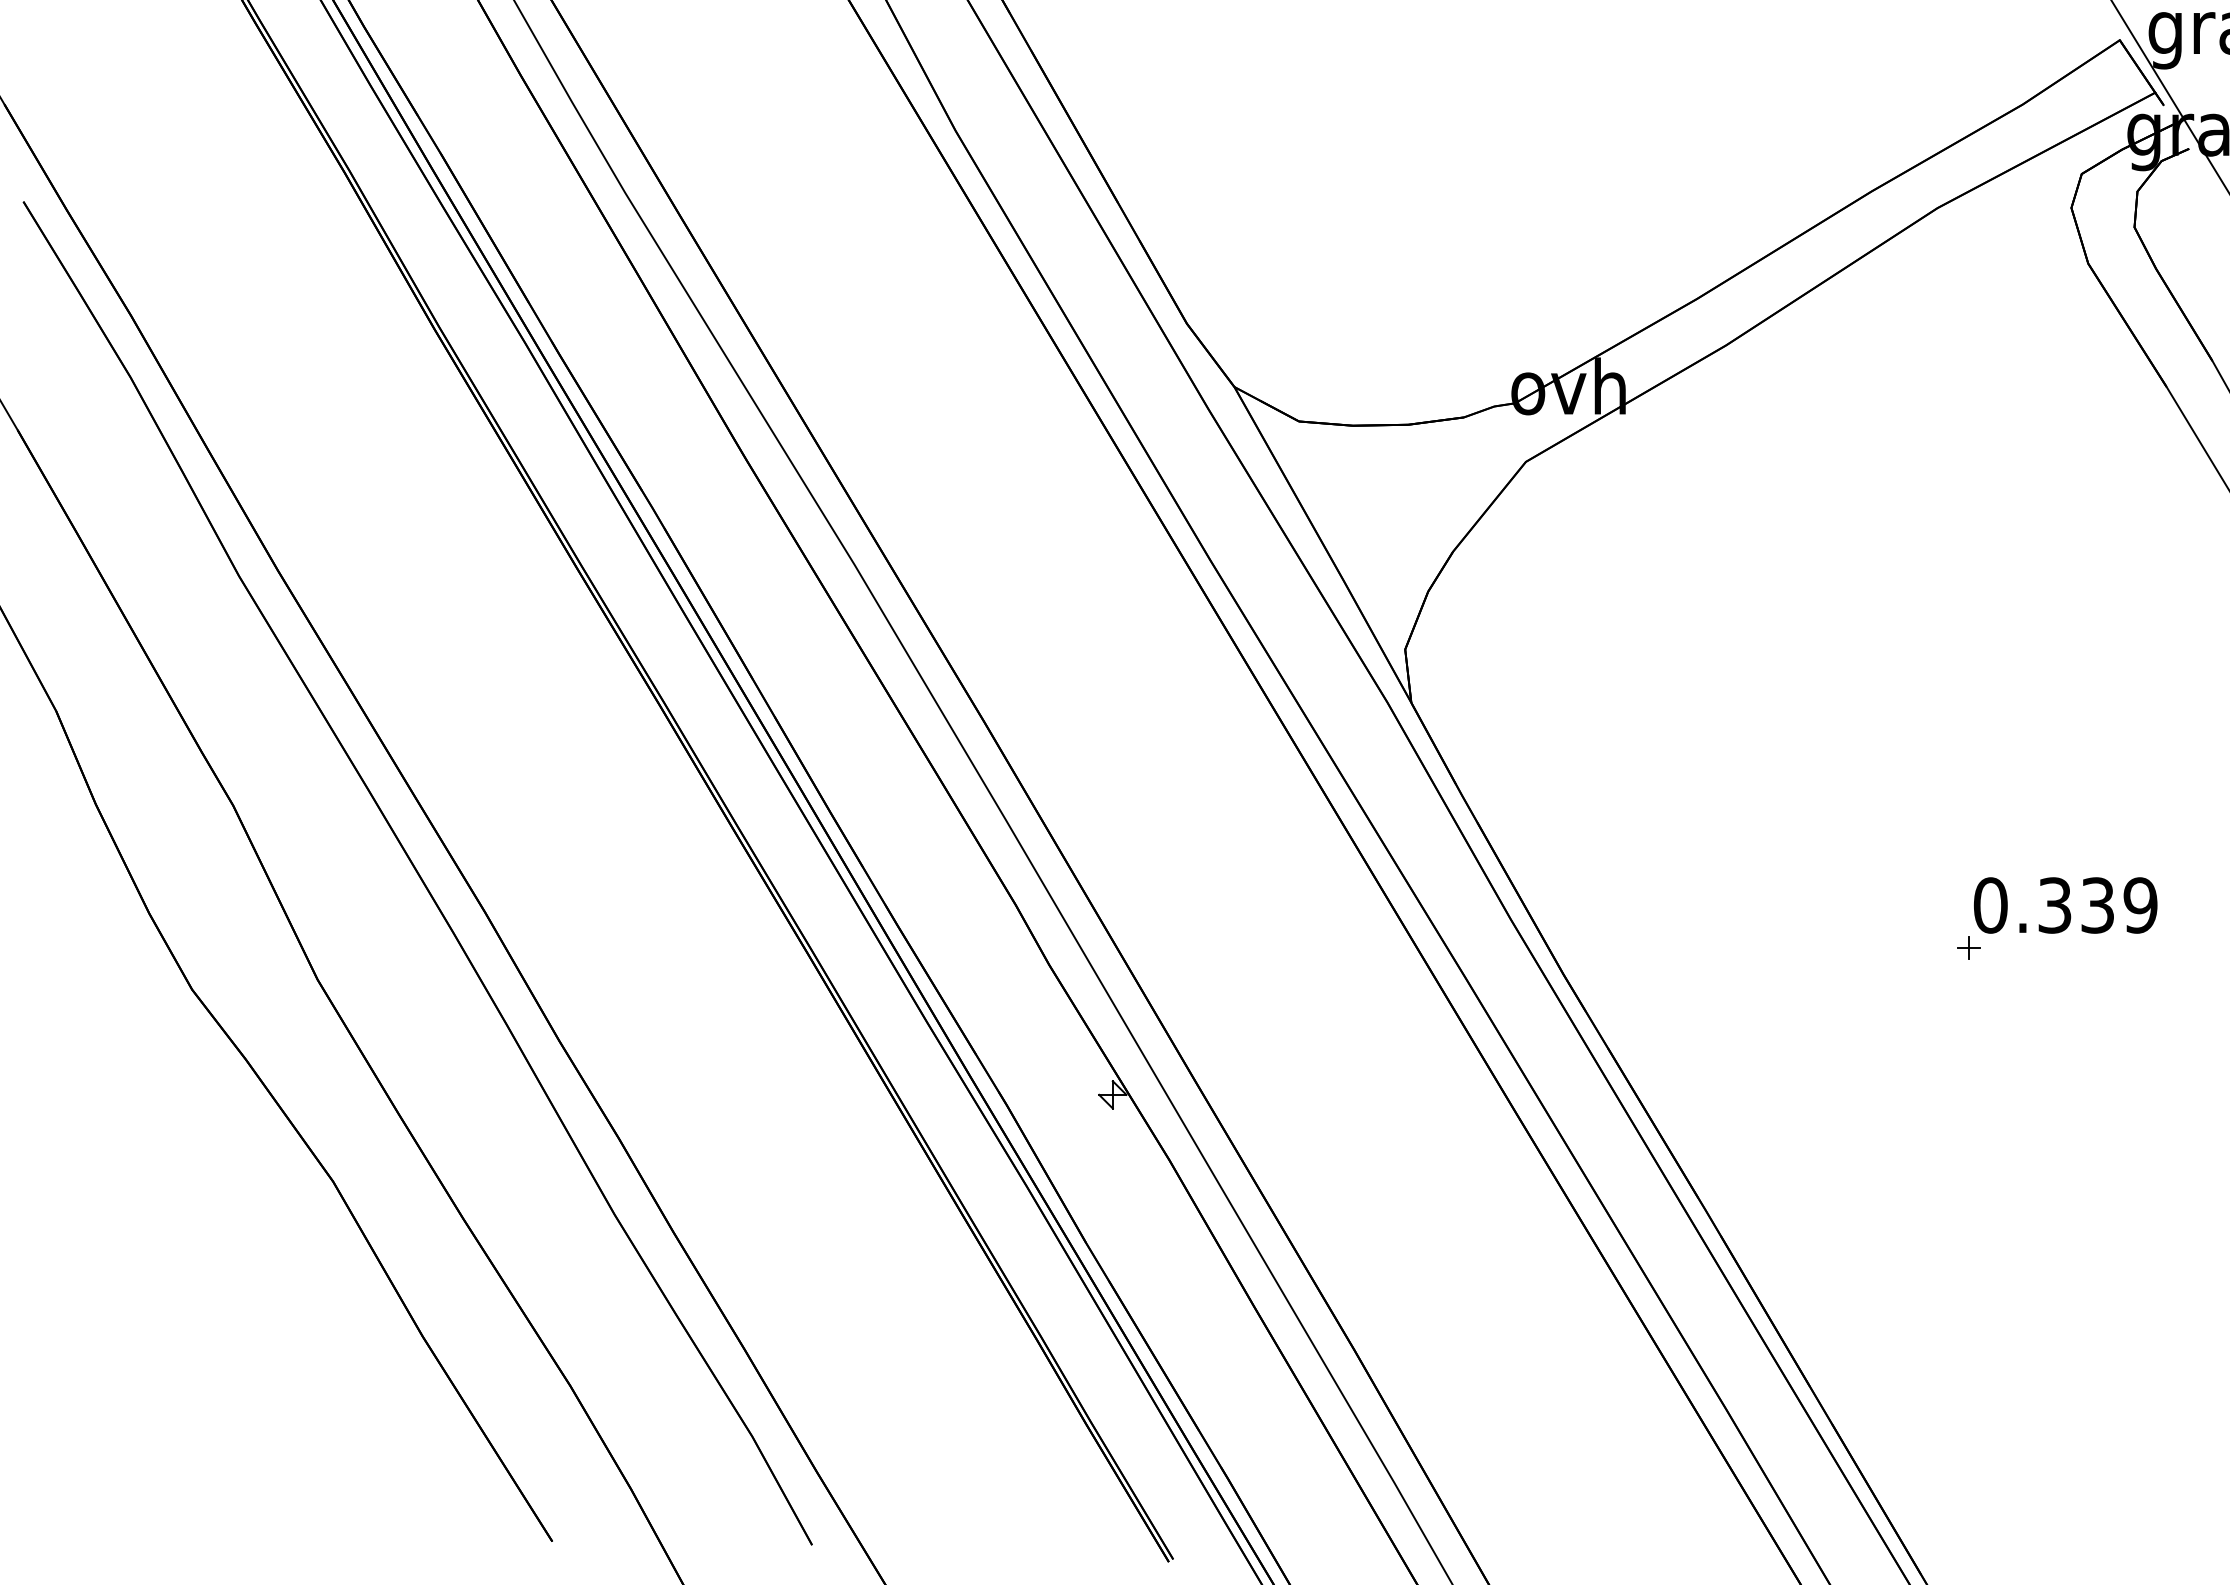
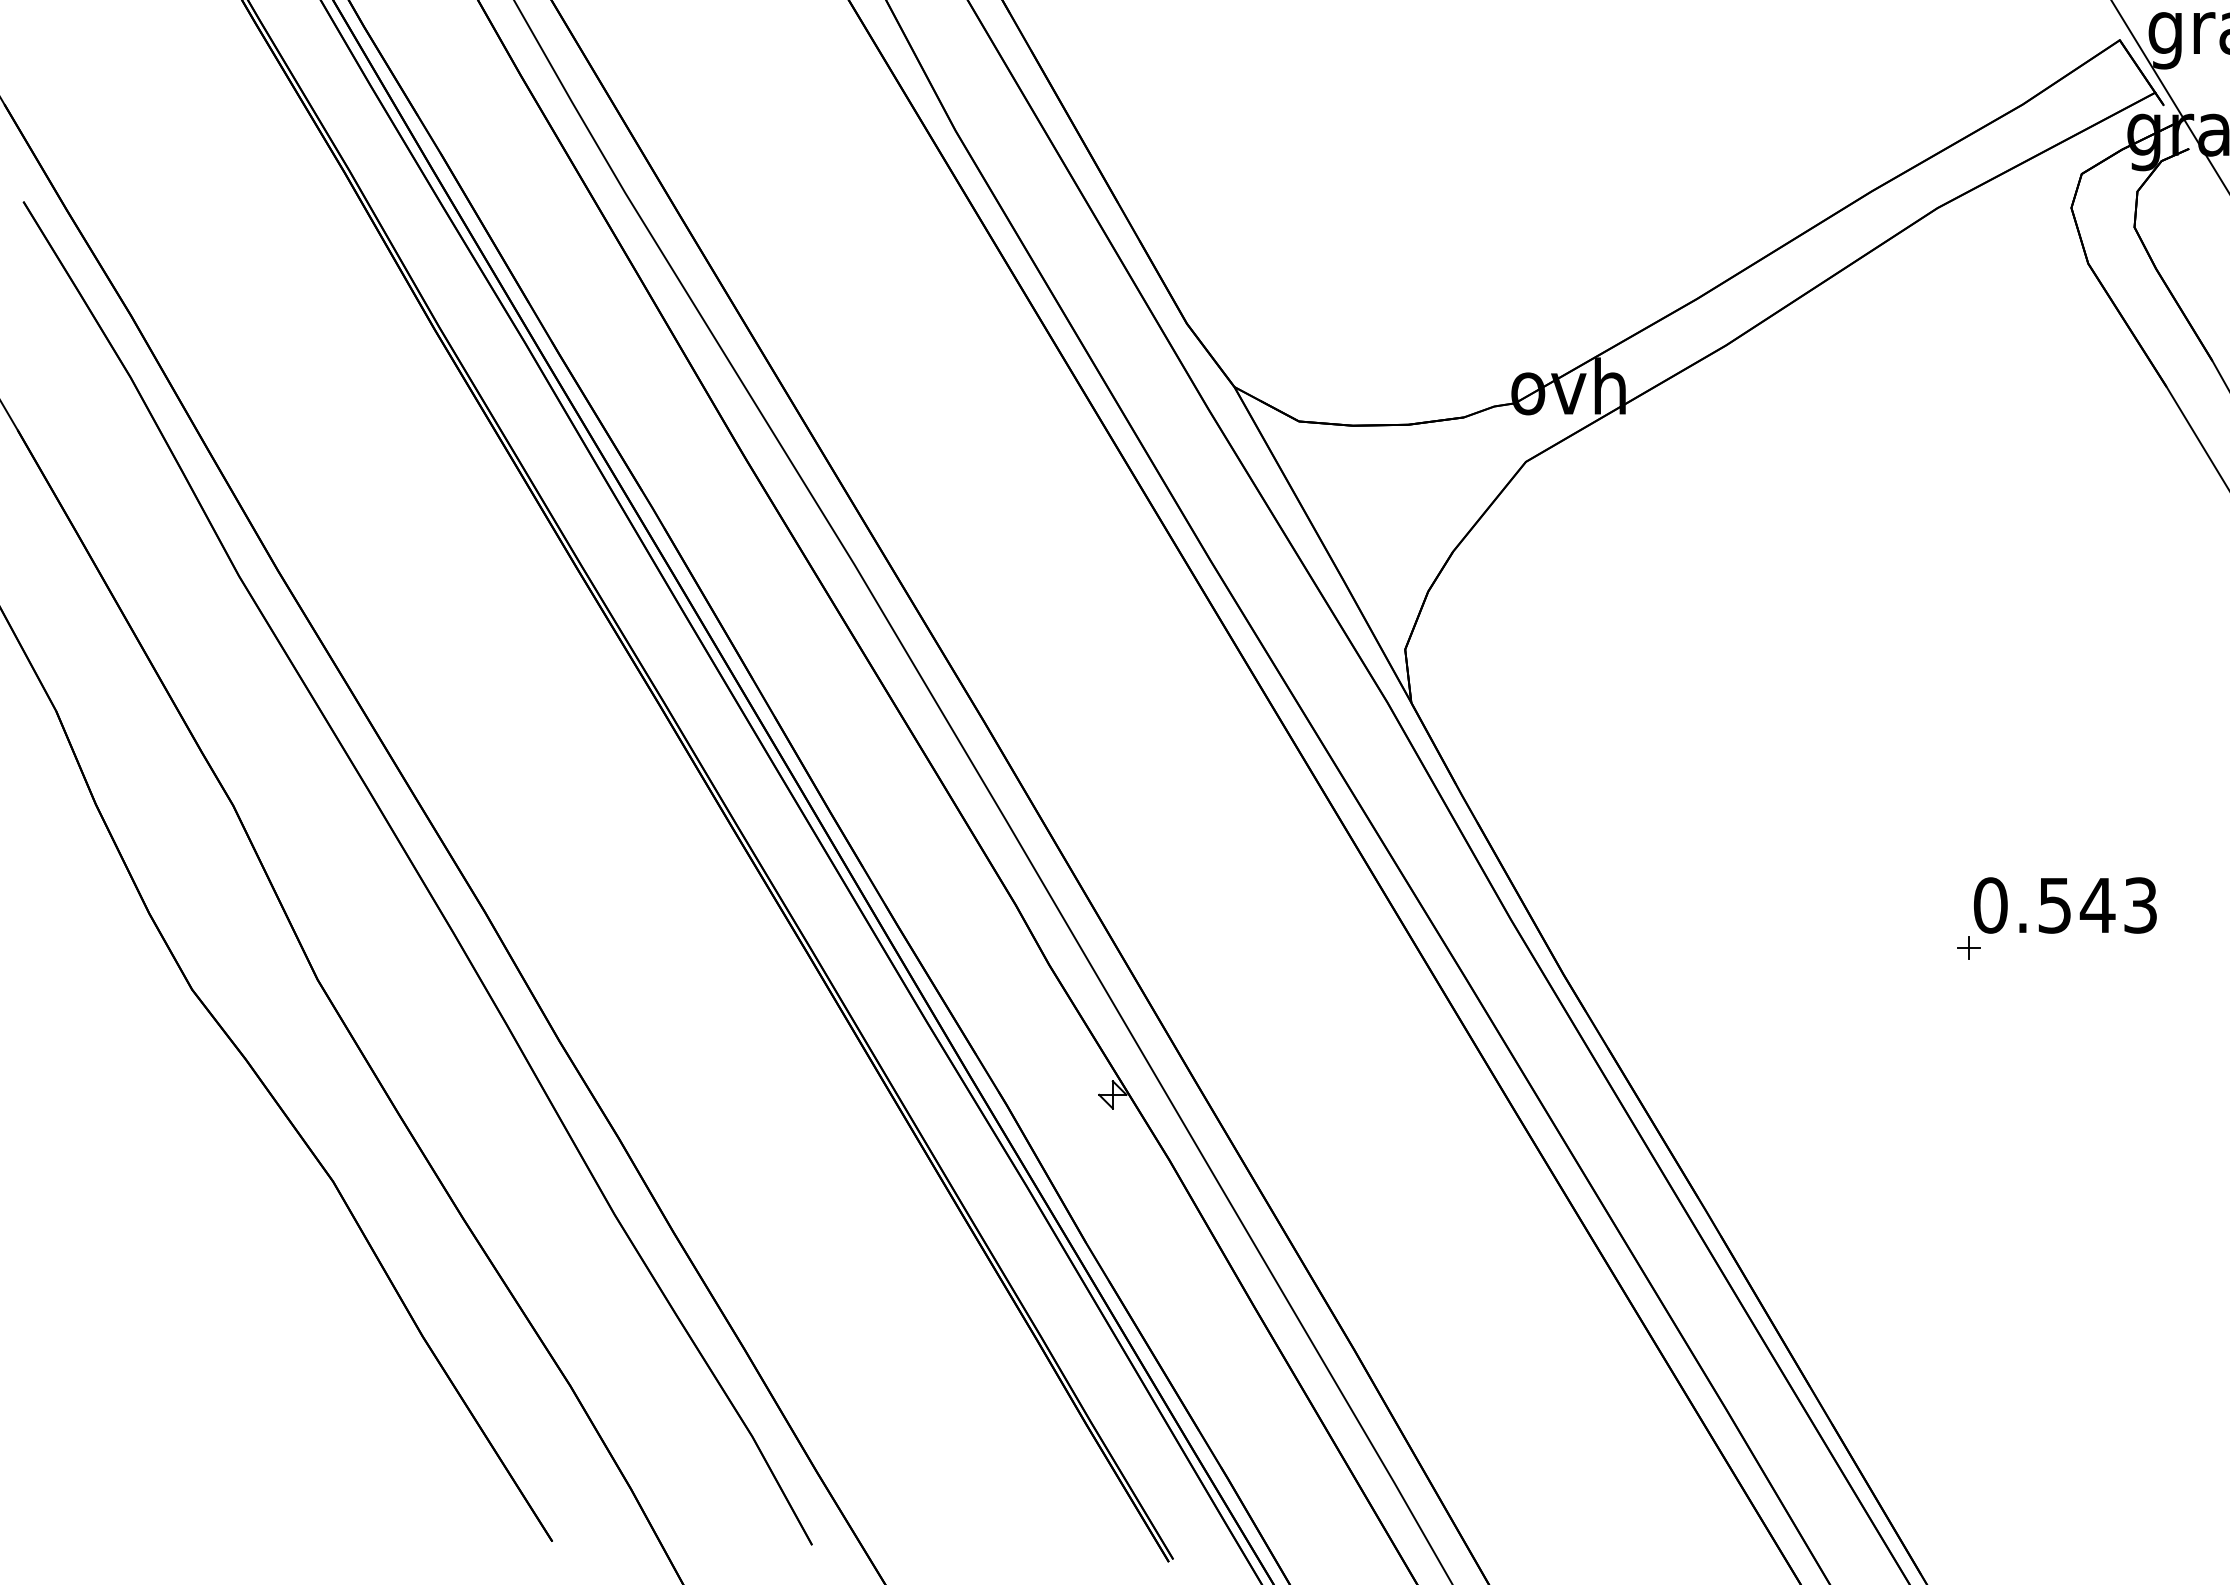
text at (2098, 905): 0.339 -> 0.543
